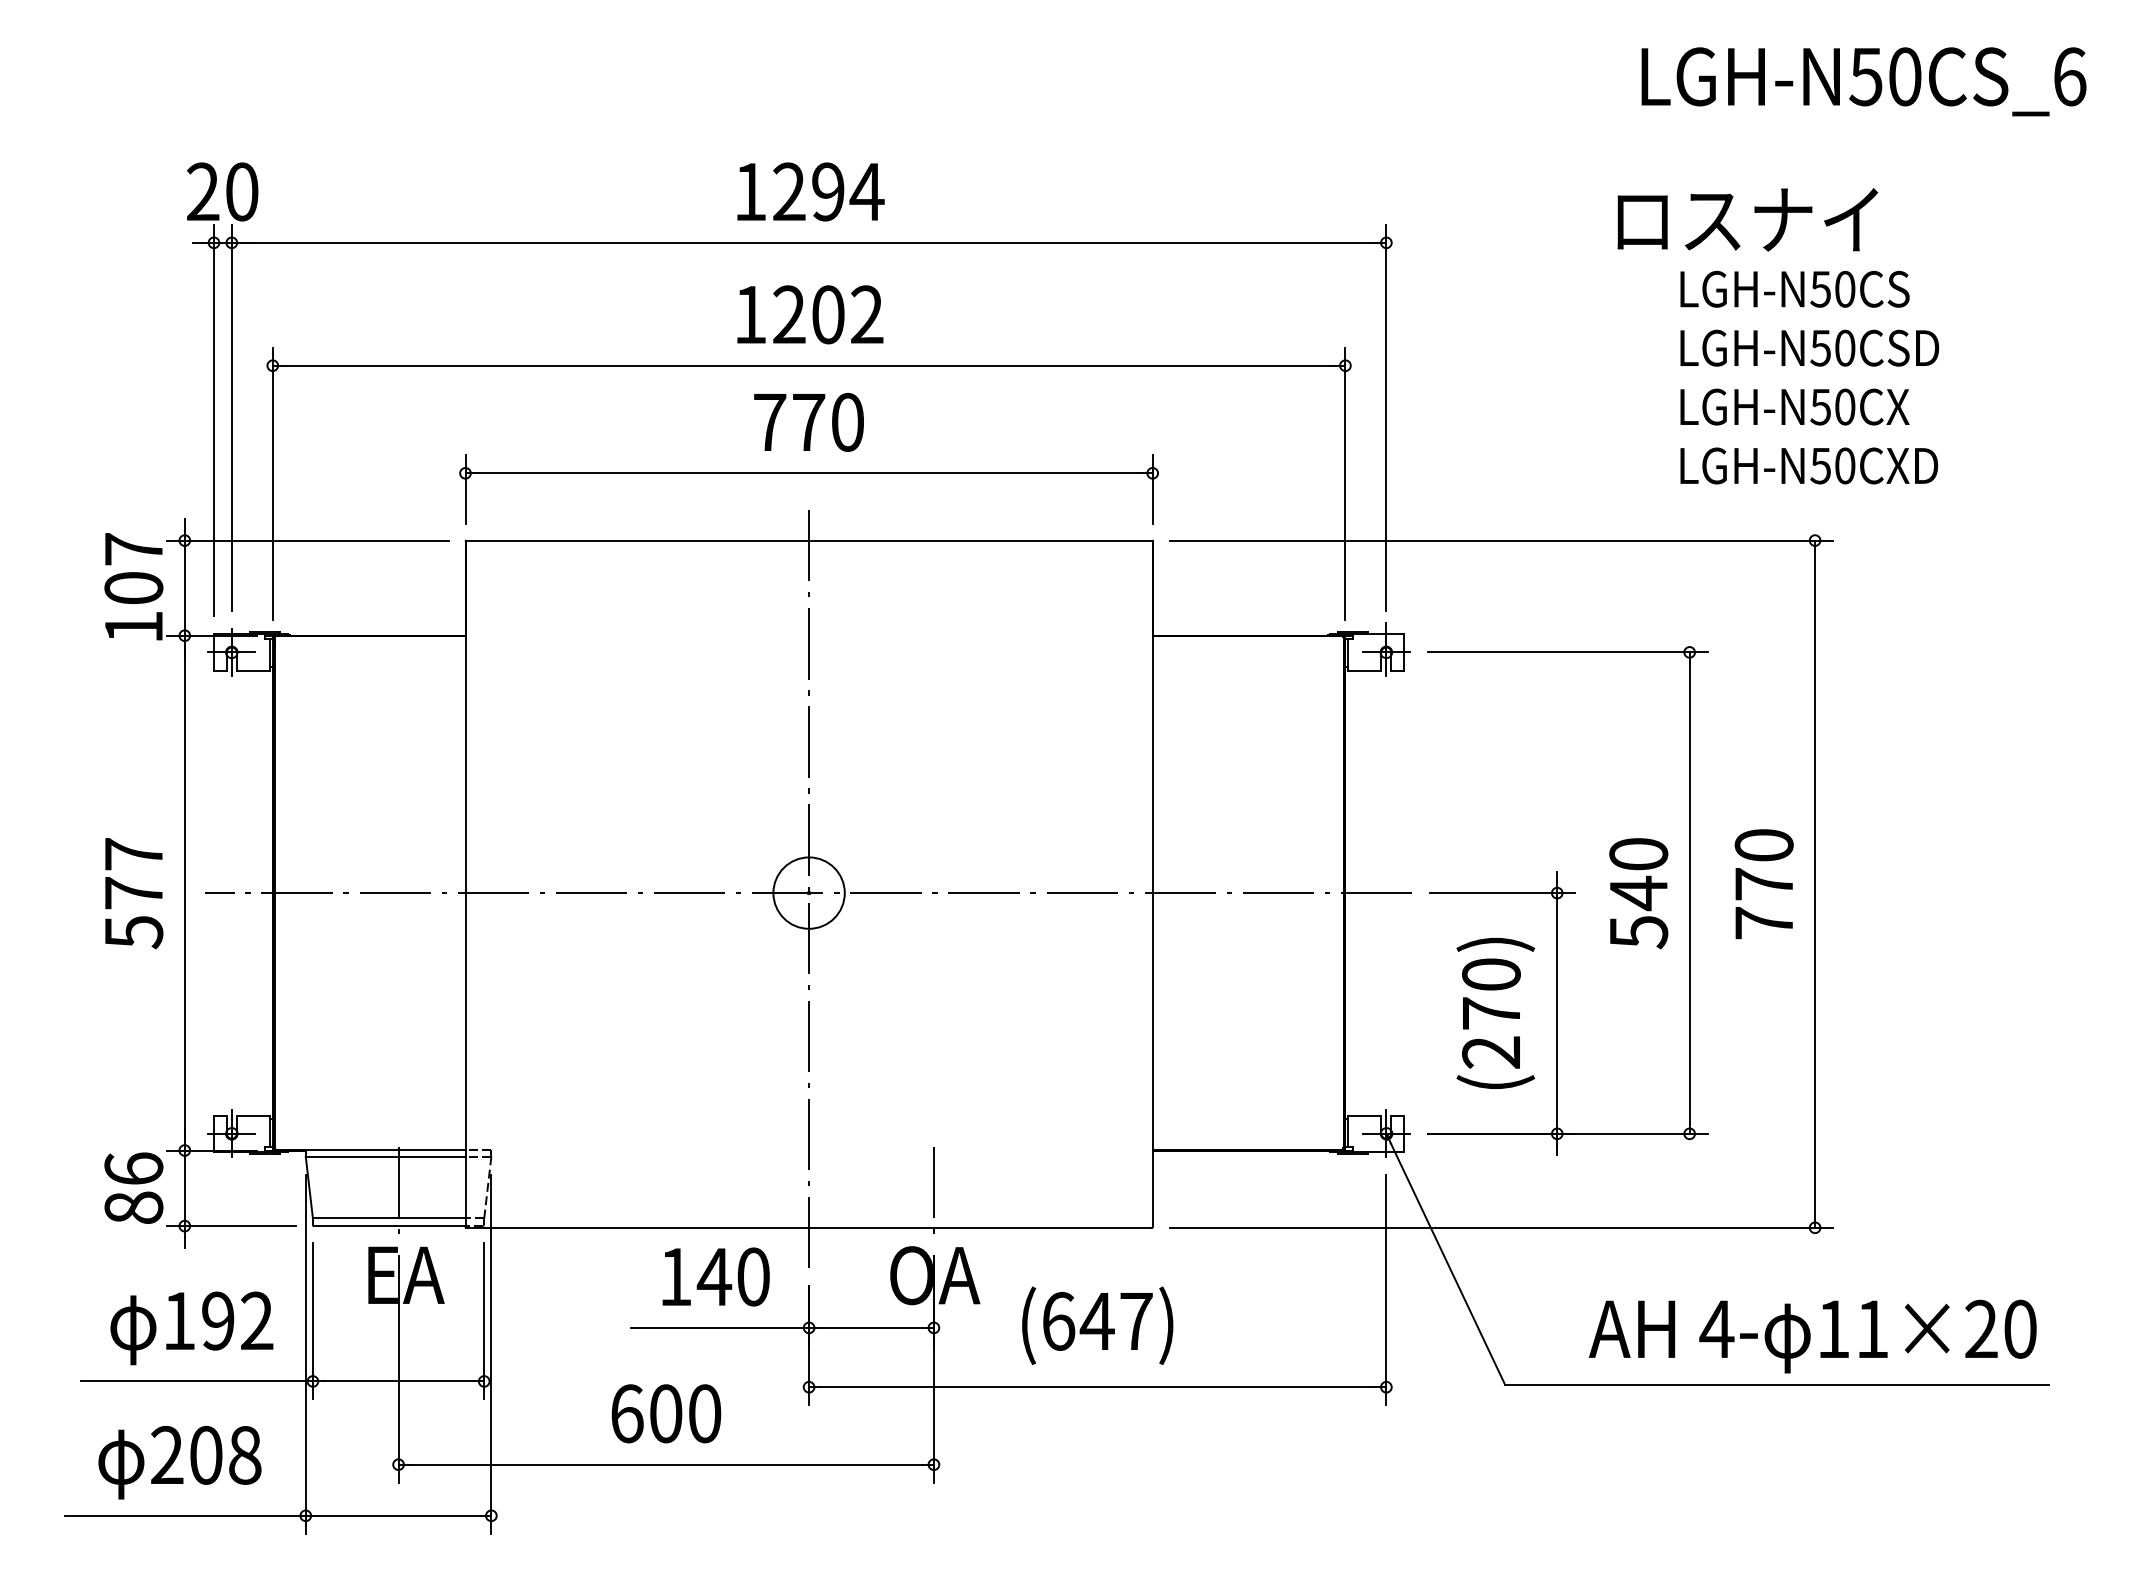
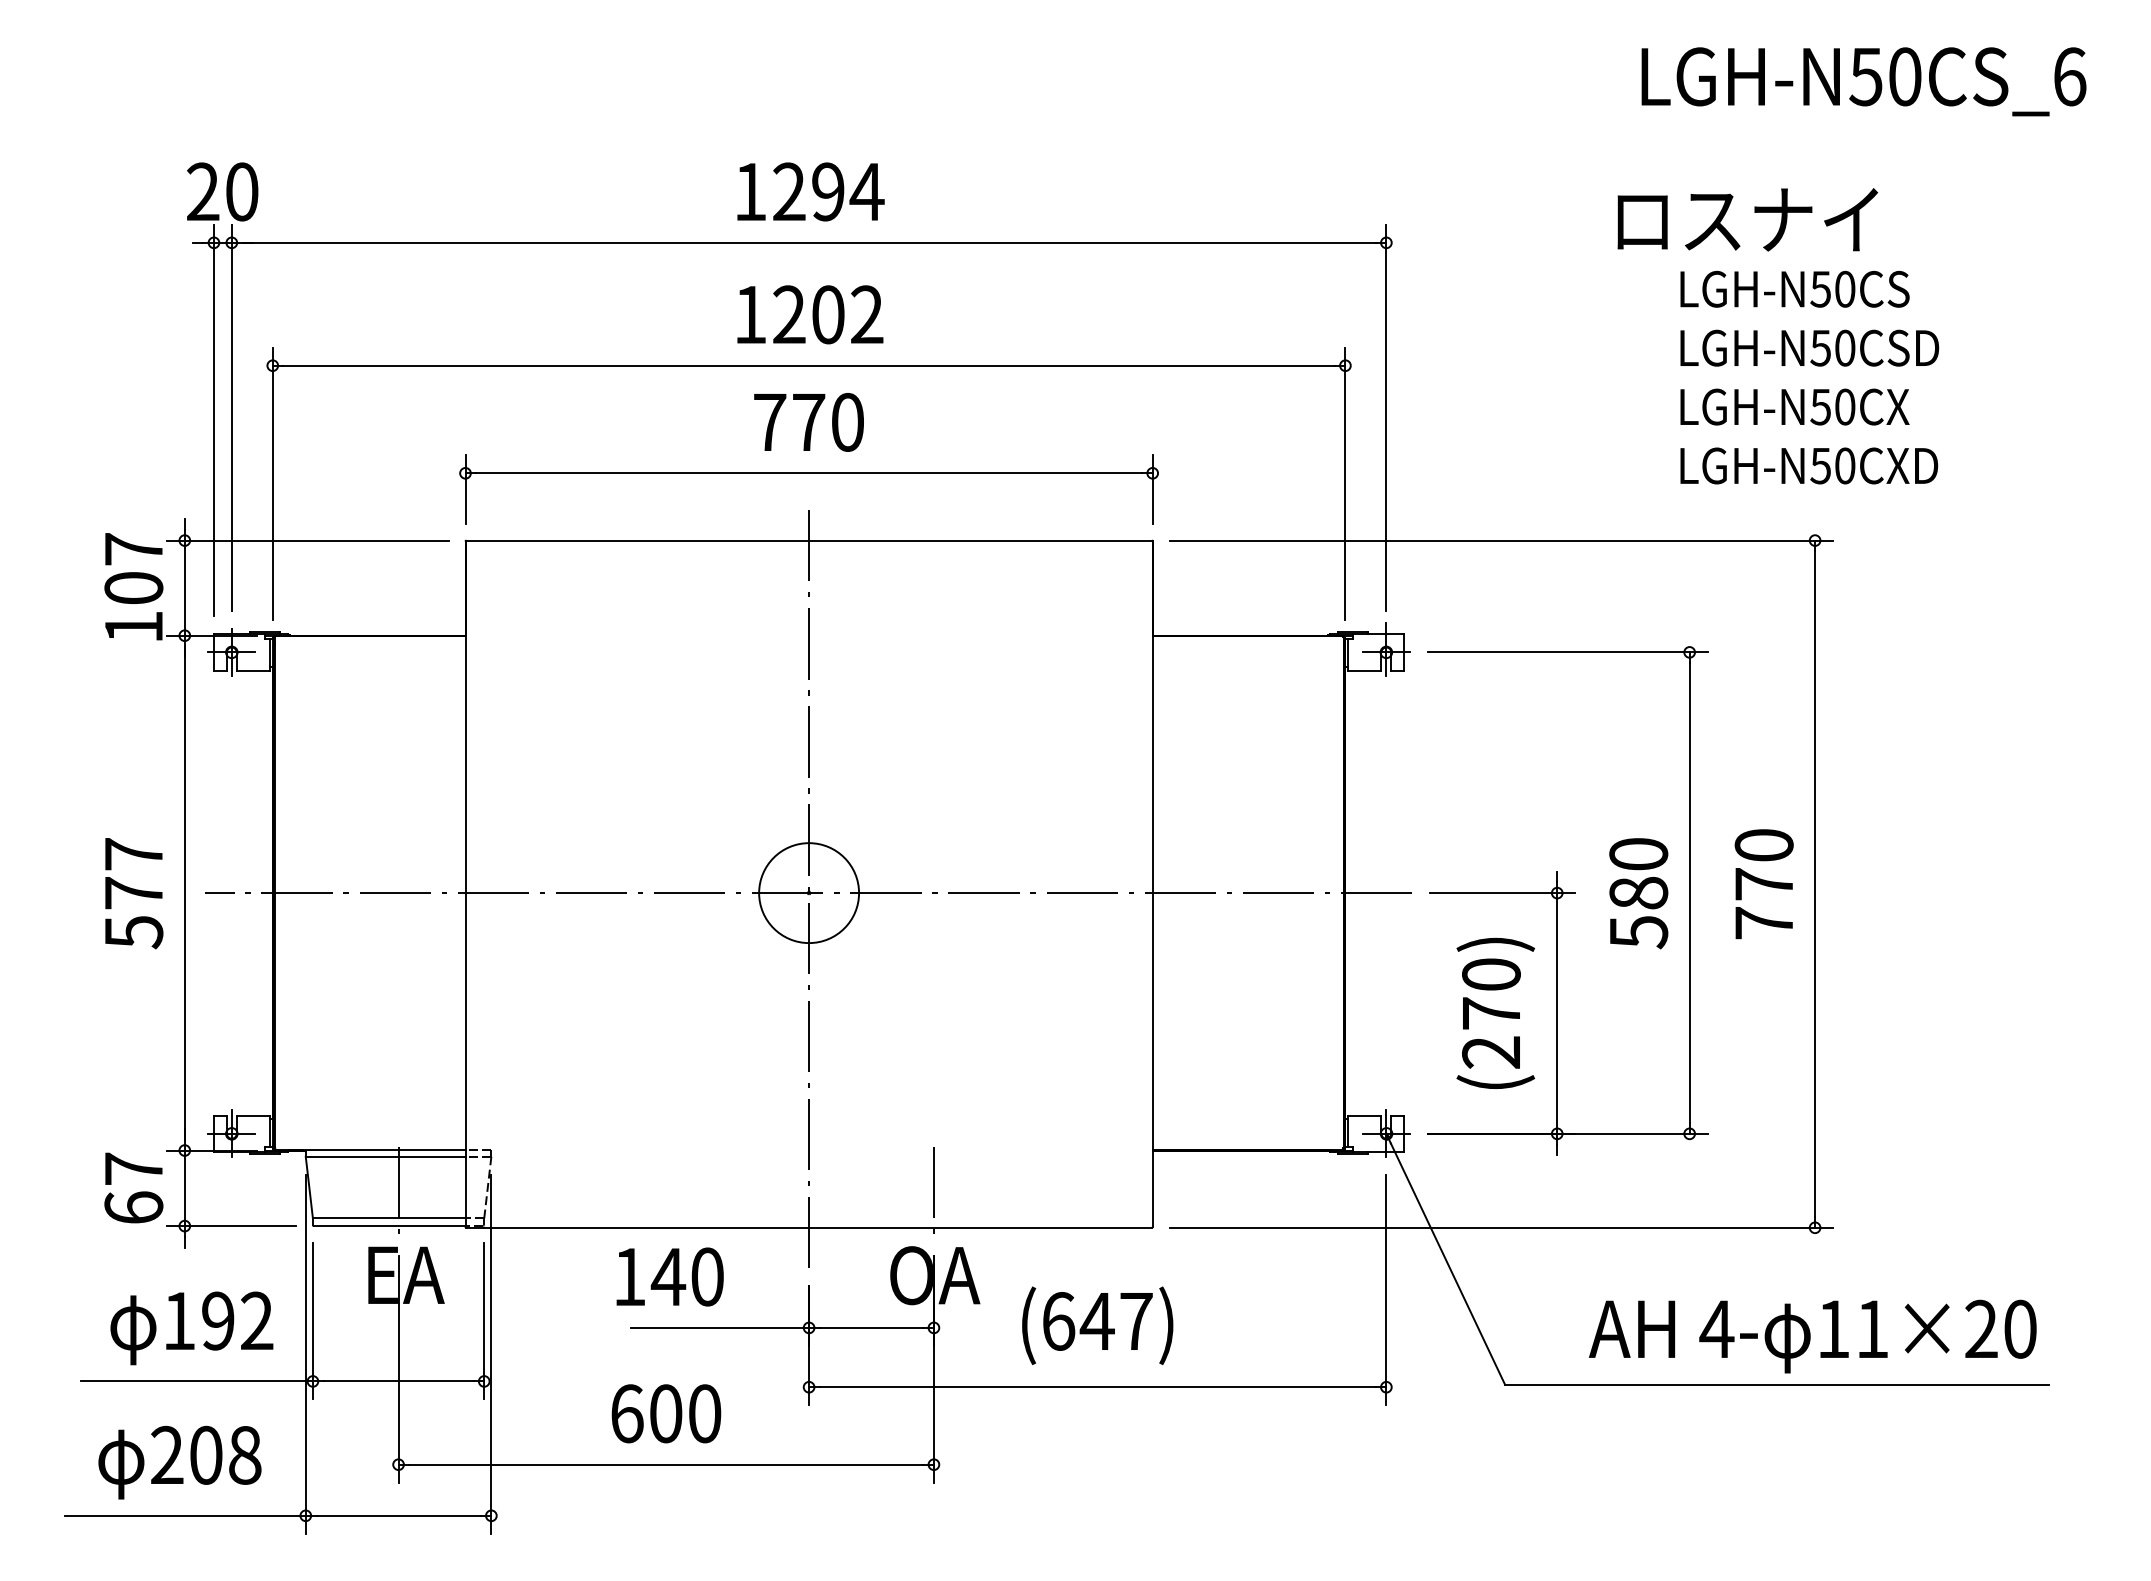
circle at (808, 892) diameter: 71 px -> 100 px
text at (1638, 893): 540 -> 580
text at (133, 1187): 86 -> 67
text at (715, 1276) position: (715, 1276) -> (669, 1276)
